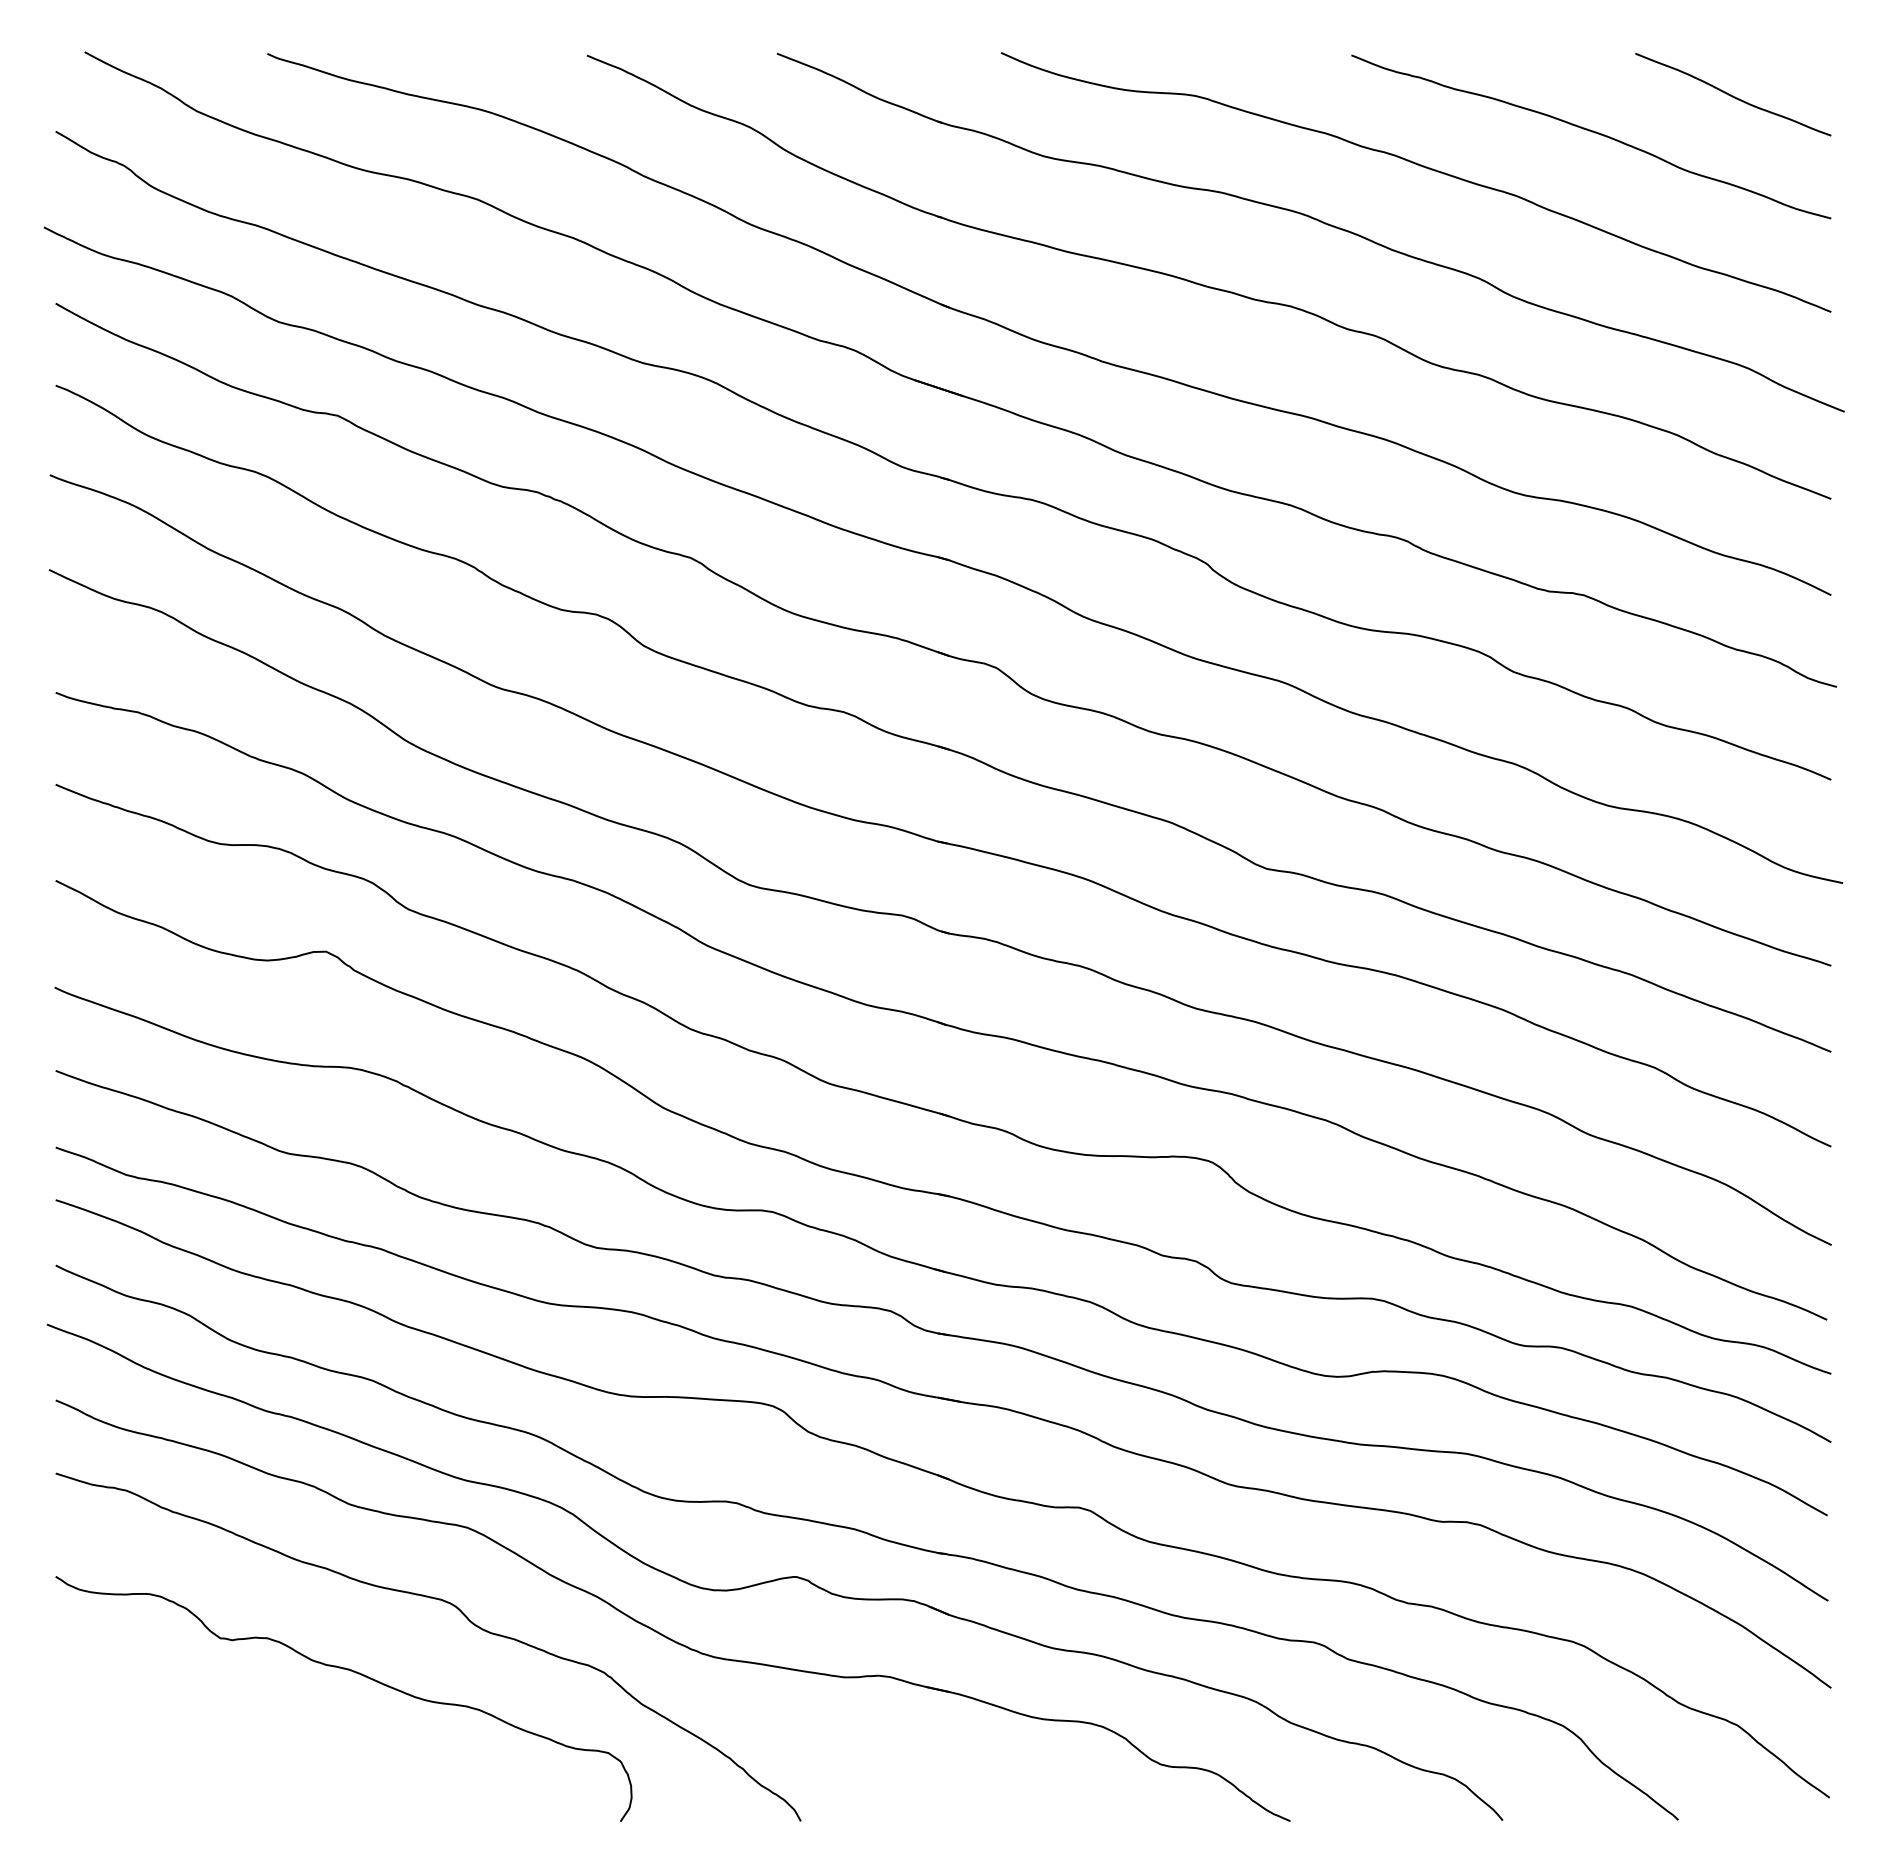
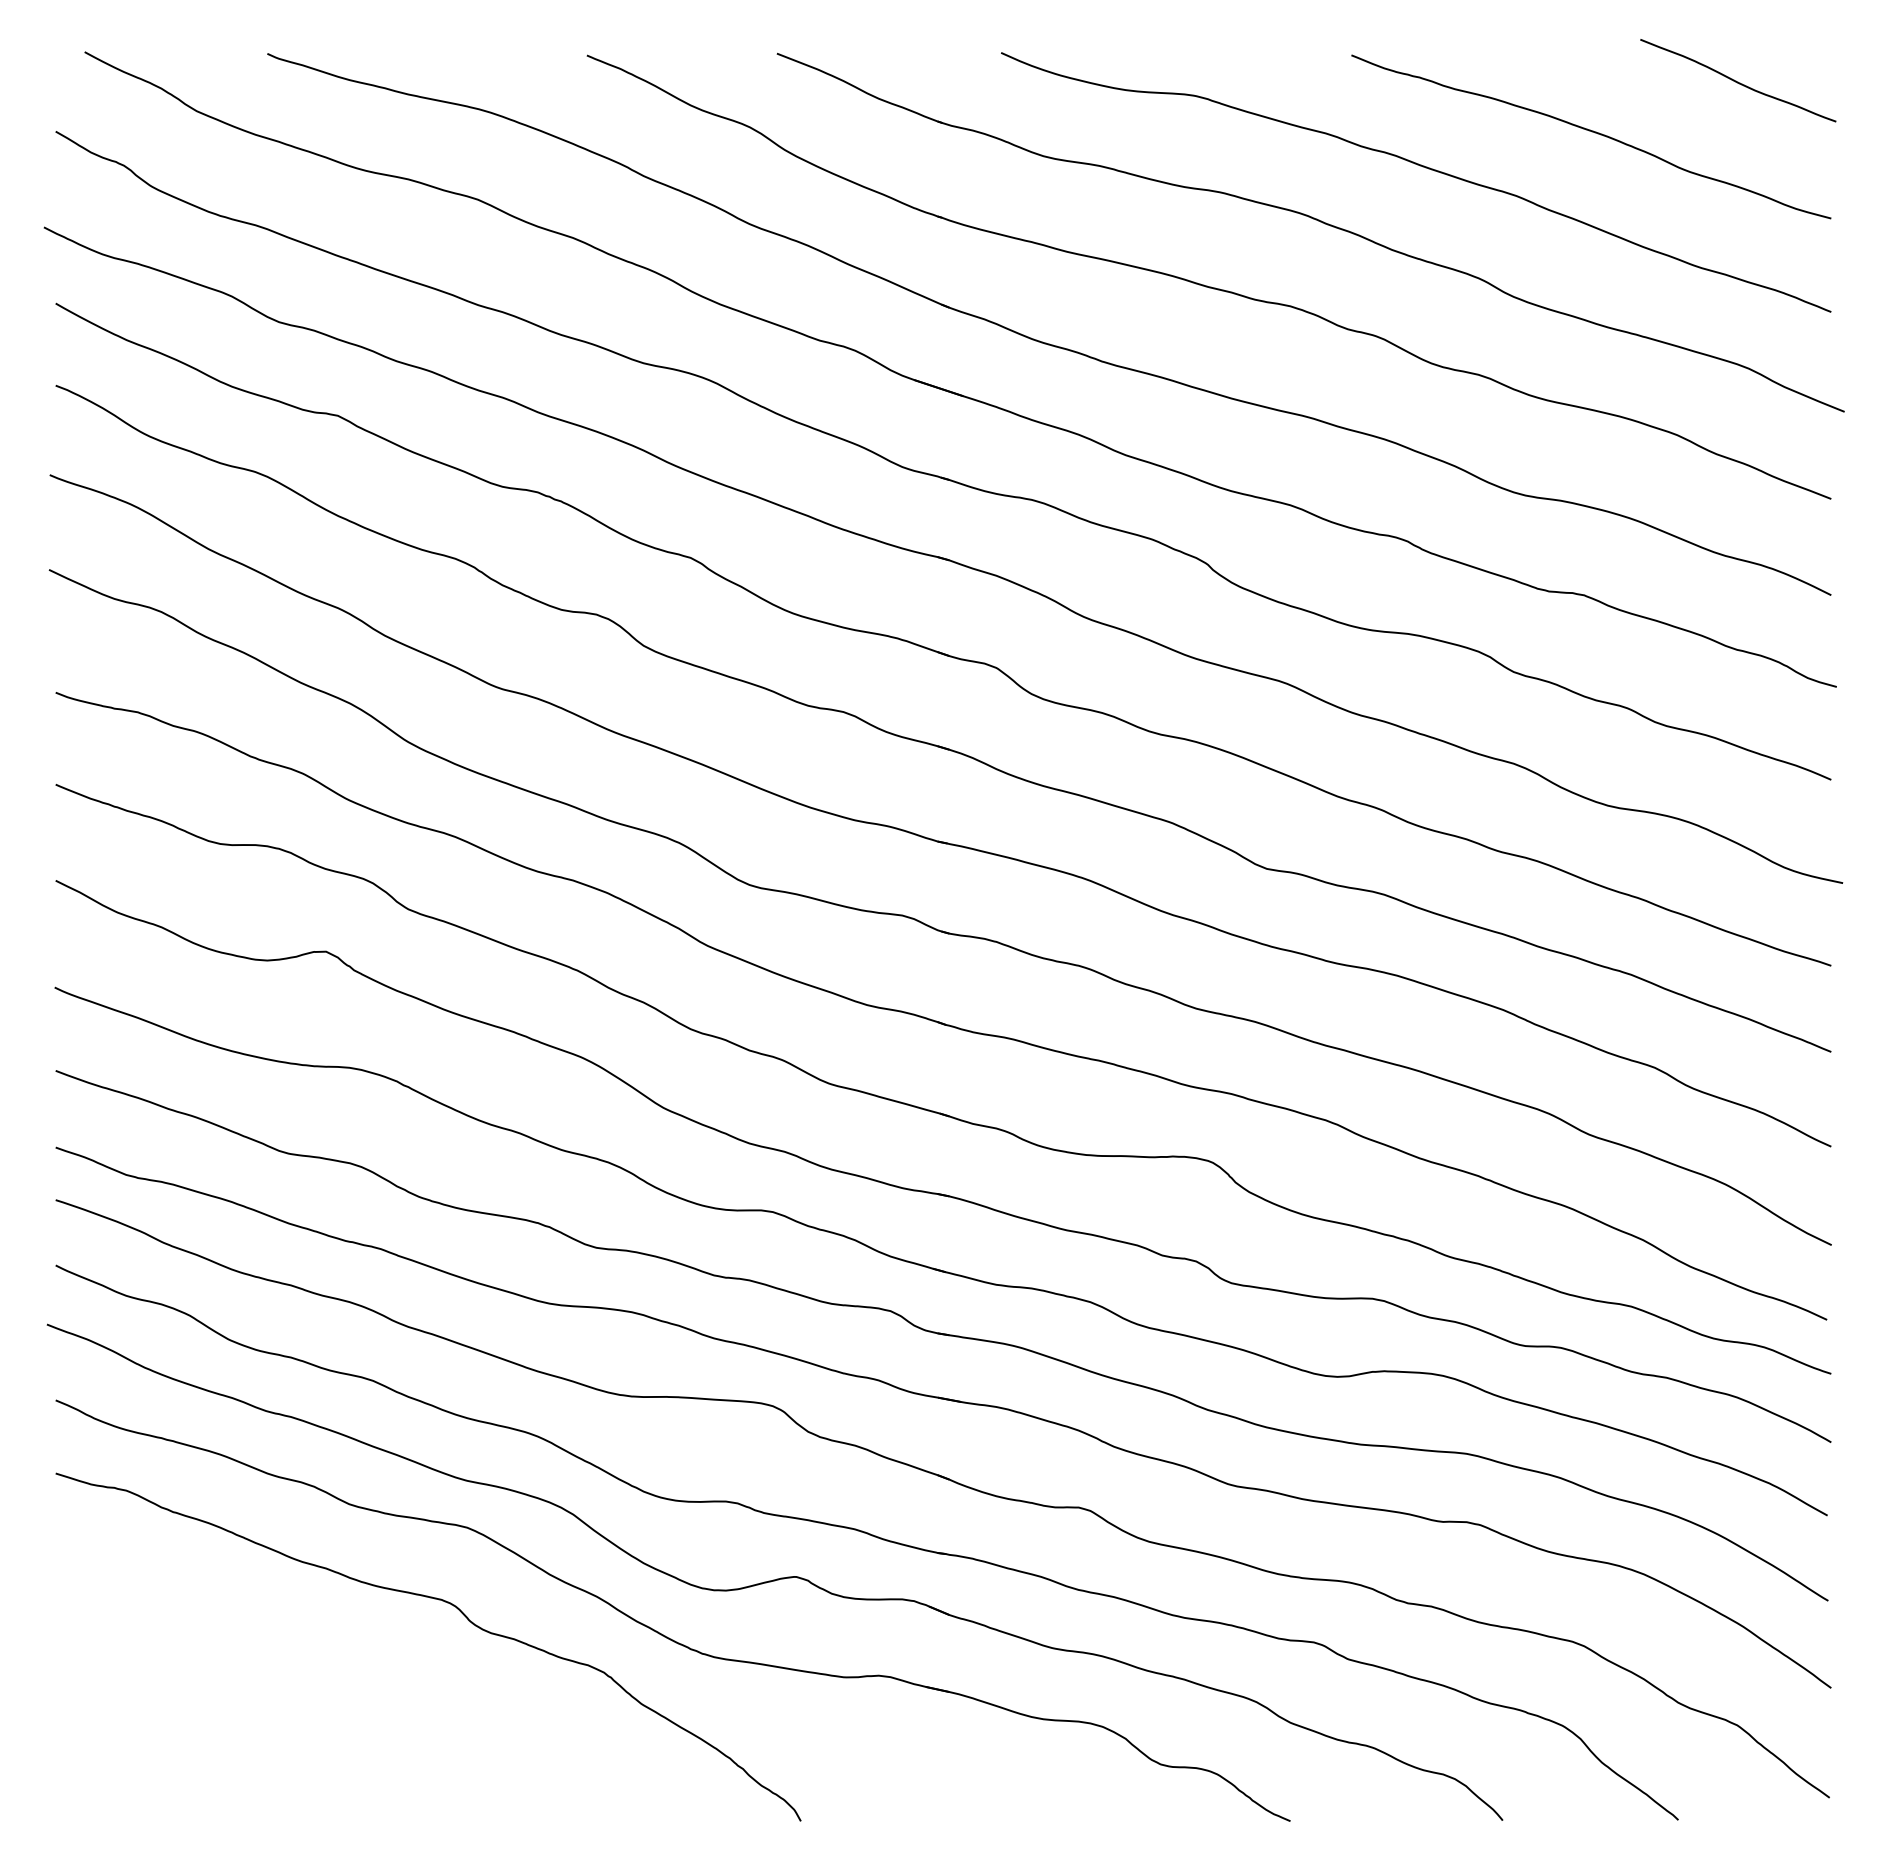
curve at (1733, 95) position: (1733, 95) -> (1738, 81)
curve at (353, 1672): present -> none
